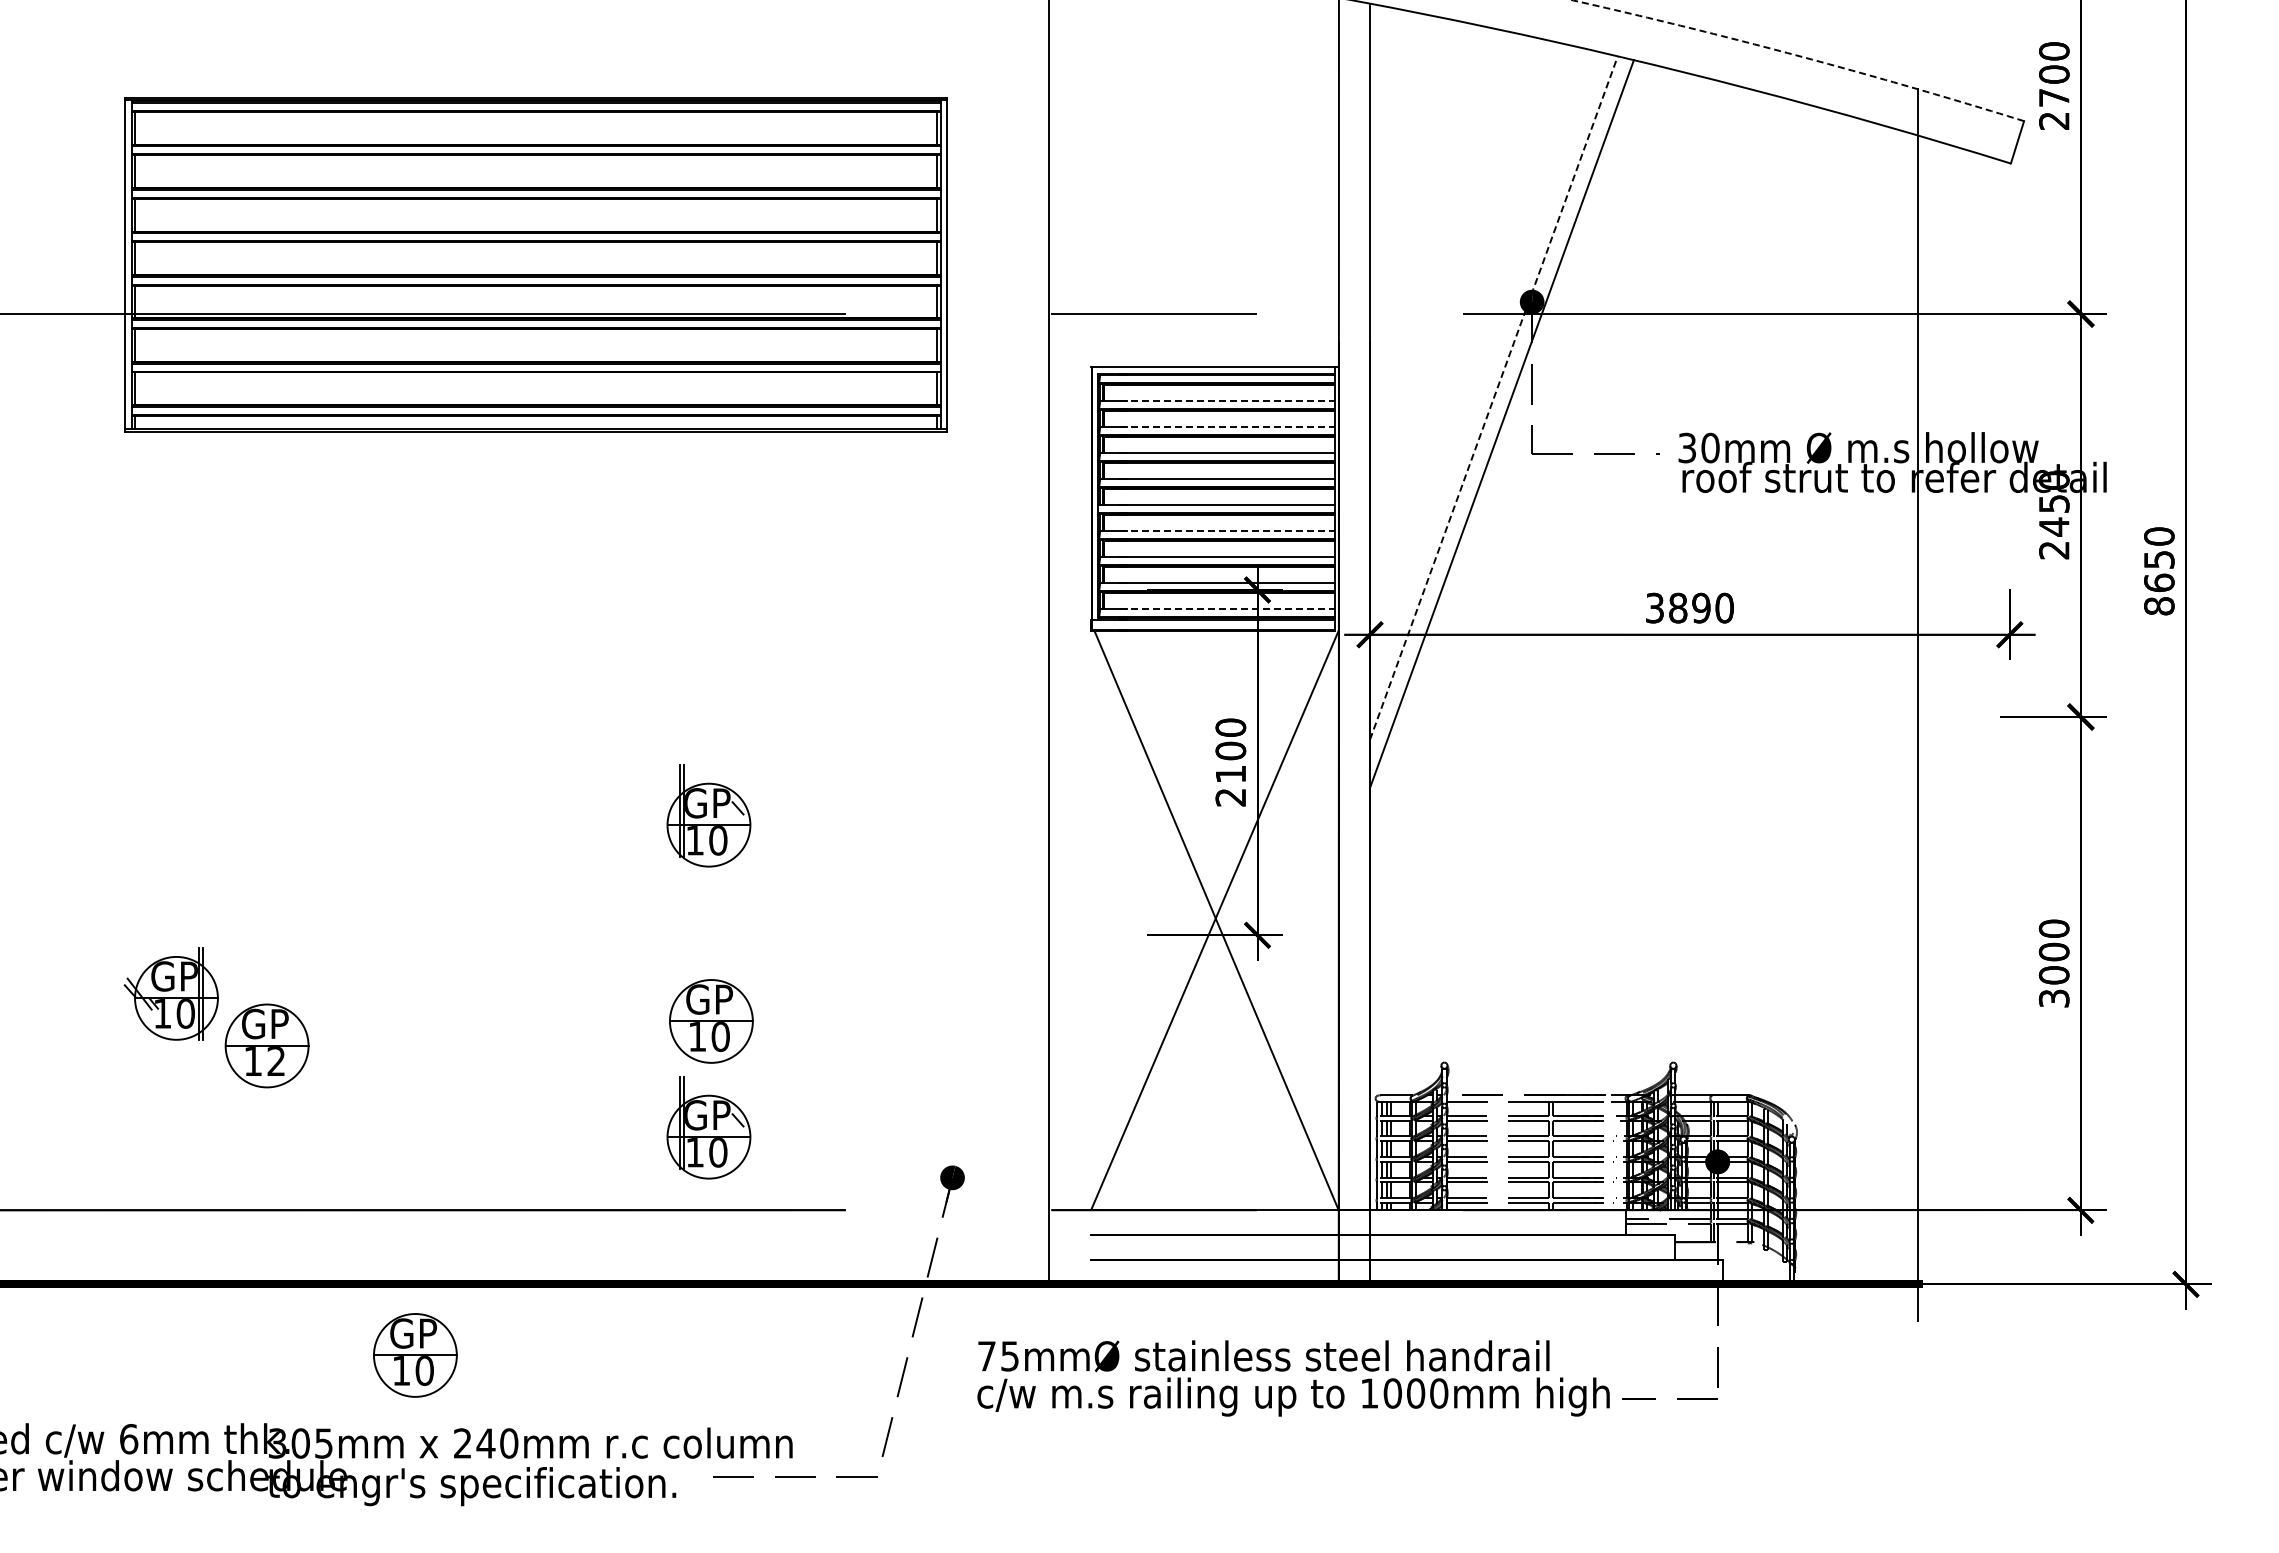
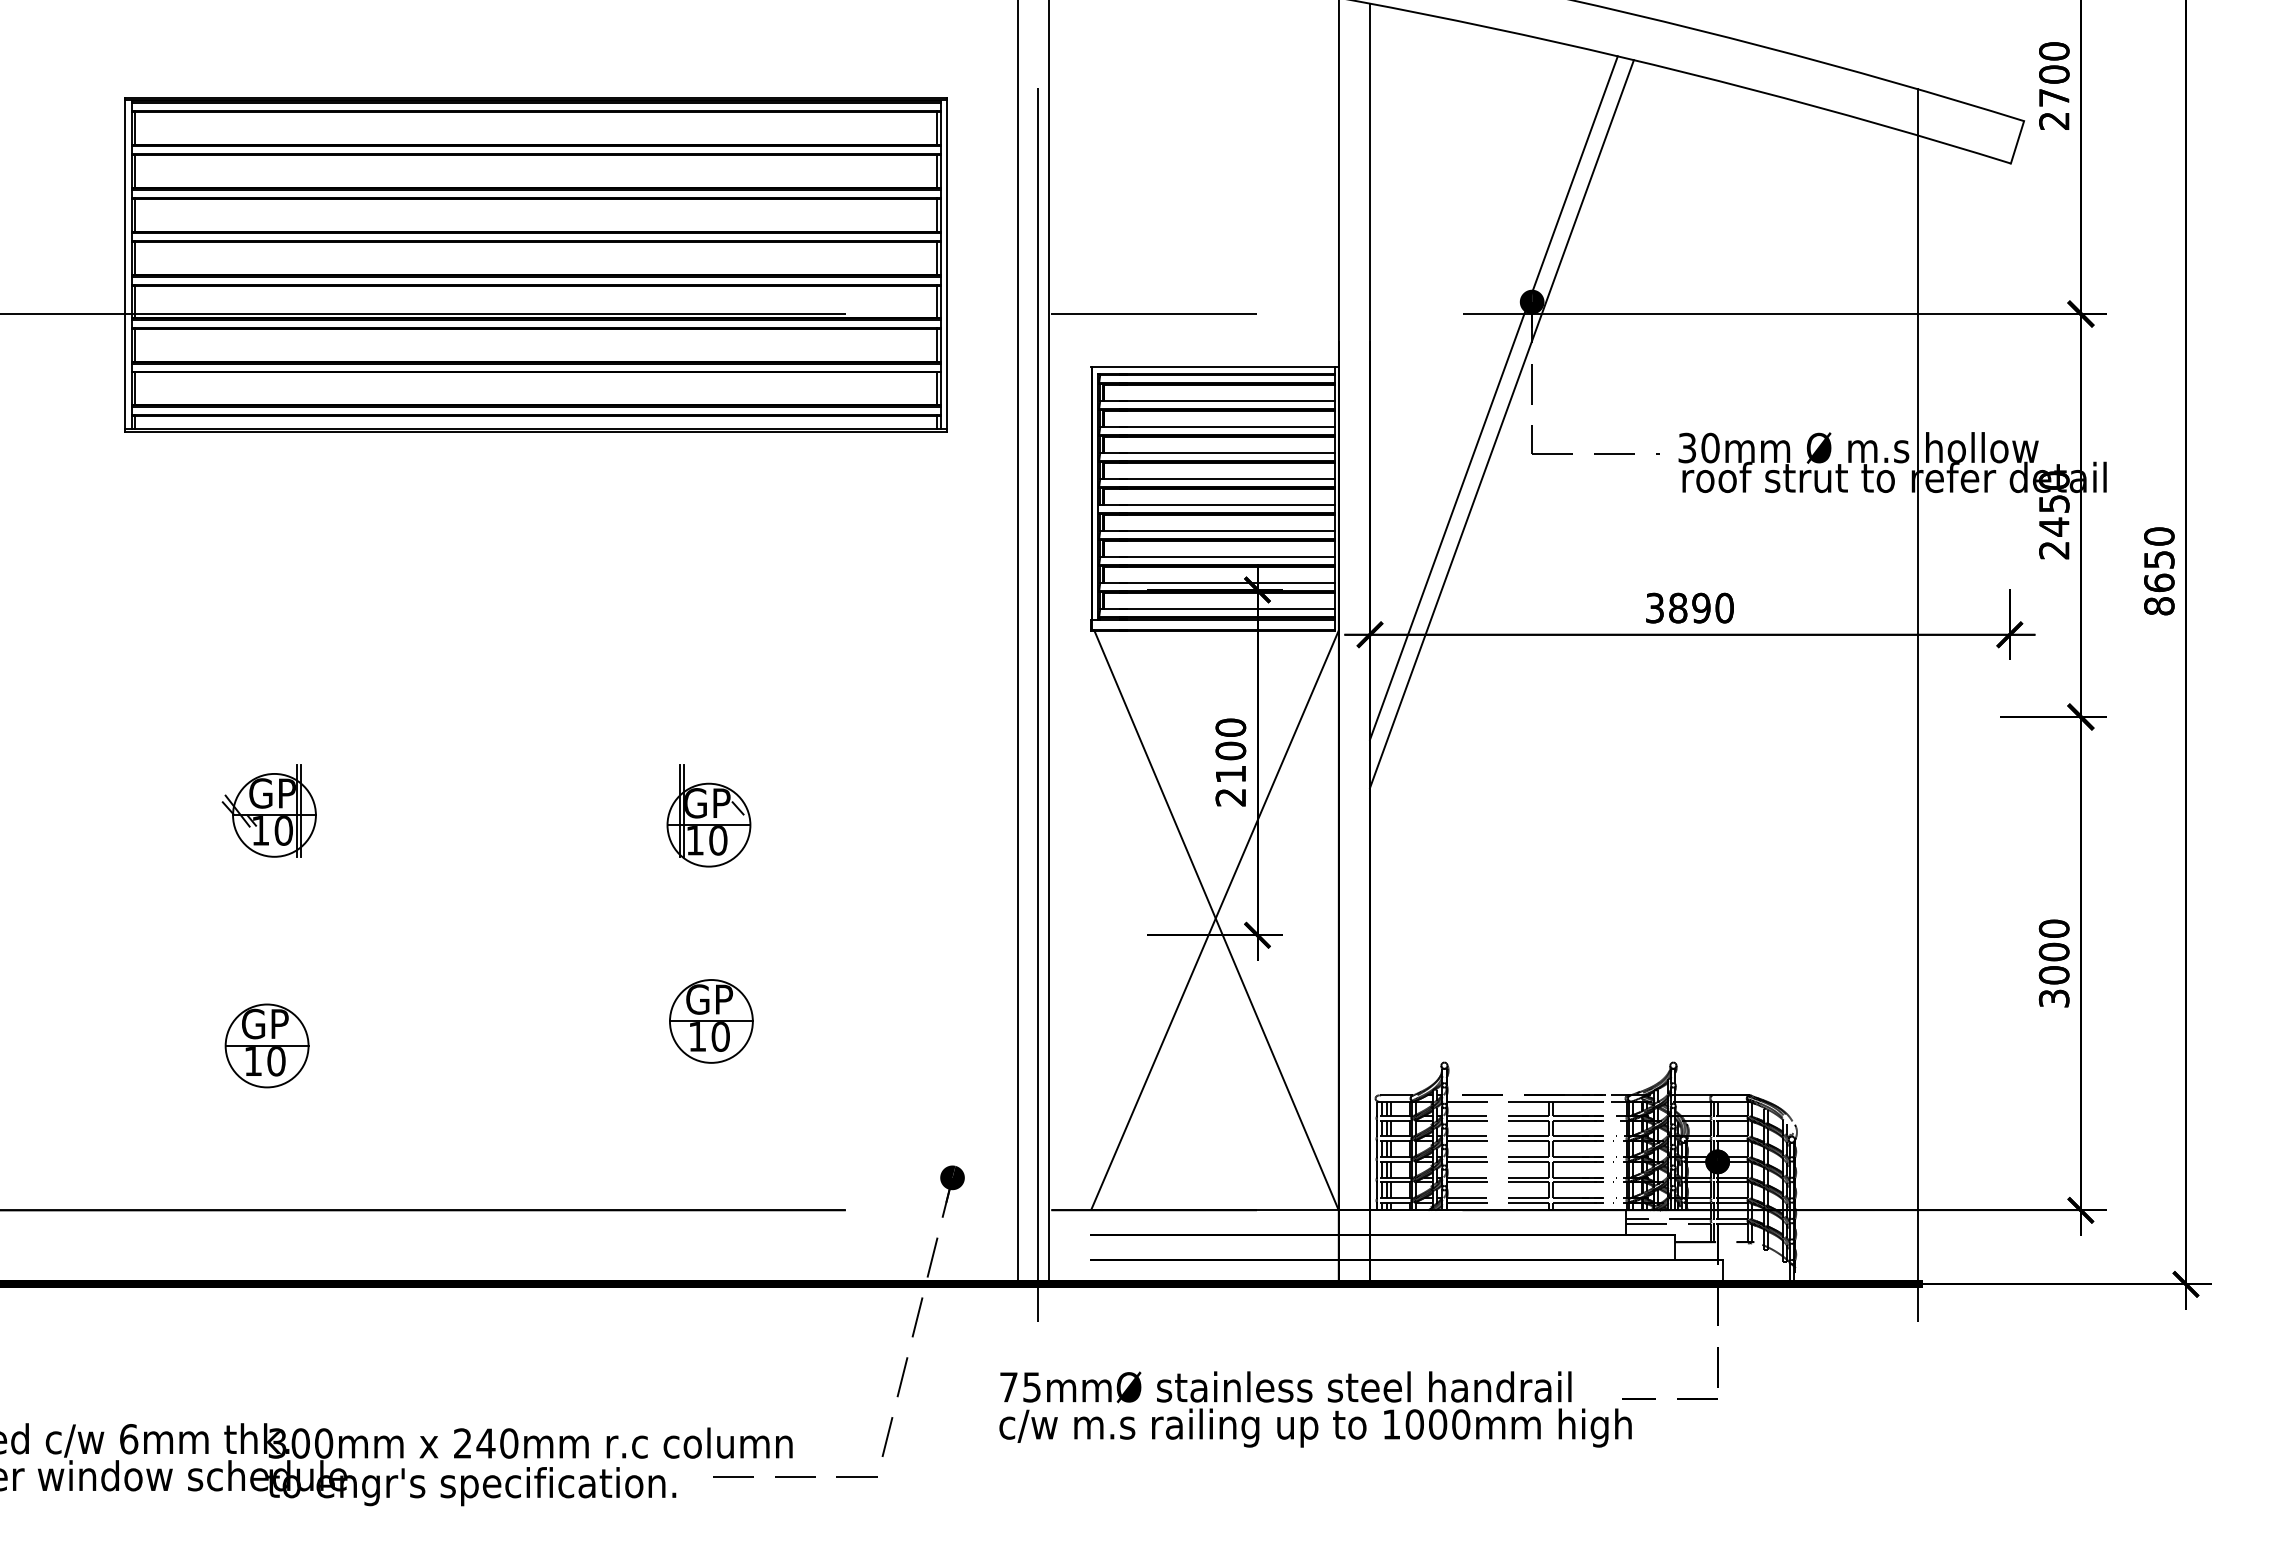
arc at (1799, 56): dashed -> solid
line at (1494, 397): dashed -> solid
line at (1227, 401): dashed -> solid
line at (1227, 427): dashed -> solid
line at (1227, 531): dashed -> solid
line at (1227, 609): dashed -> solid
line at (1017, 641): none -> present
line at (1037, 661): none -> present
part at (170, 993) position: (170, 993) -> (268, 810)
text at (276, 1061): 12 -> 10
part at (708, 1127): present -> none
part at (415, 1355): present -> none
text at (1293, 1378) position: (1293, 1378) -> (1315, 1409)
text at (323, 1443): 305mm -> 300mm
